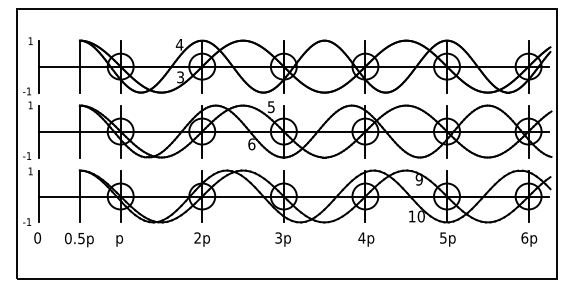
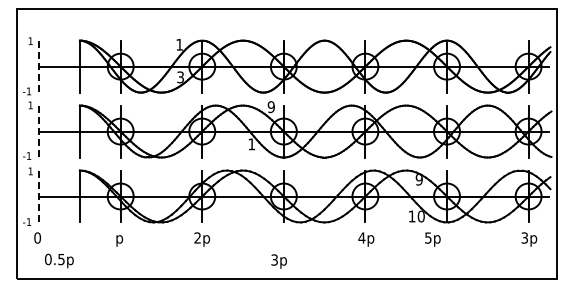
text at (179, 44): 4 -> 1
line at (39, 66): solid -> dashed
text at (270, 106): 5 -> 9
line at (39, 131): solid -> dashed
text at (251, 144): 6 -> 1
line at (39, 196): solid -> dashed
text at (524, 237): 6p -> 3p
text at (79, 239) position: (79, 239) -> (59, 260)
text at (282, 239) position: (282, 239) -> (278, 261)
text at (447, 239) position: (447, 239) -> (432, 239)
